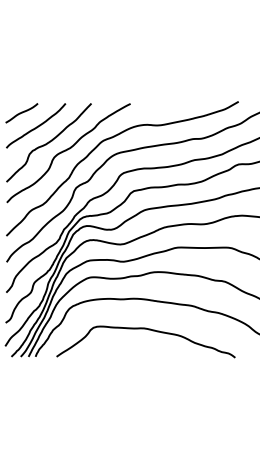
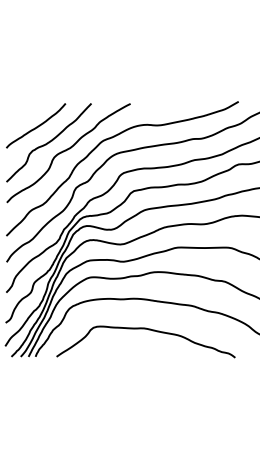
curve at (21, 113): present -> none
